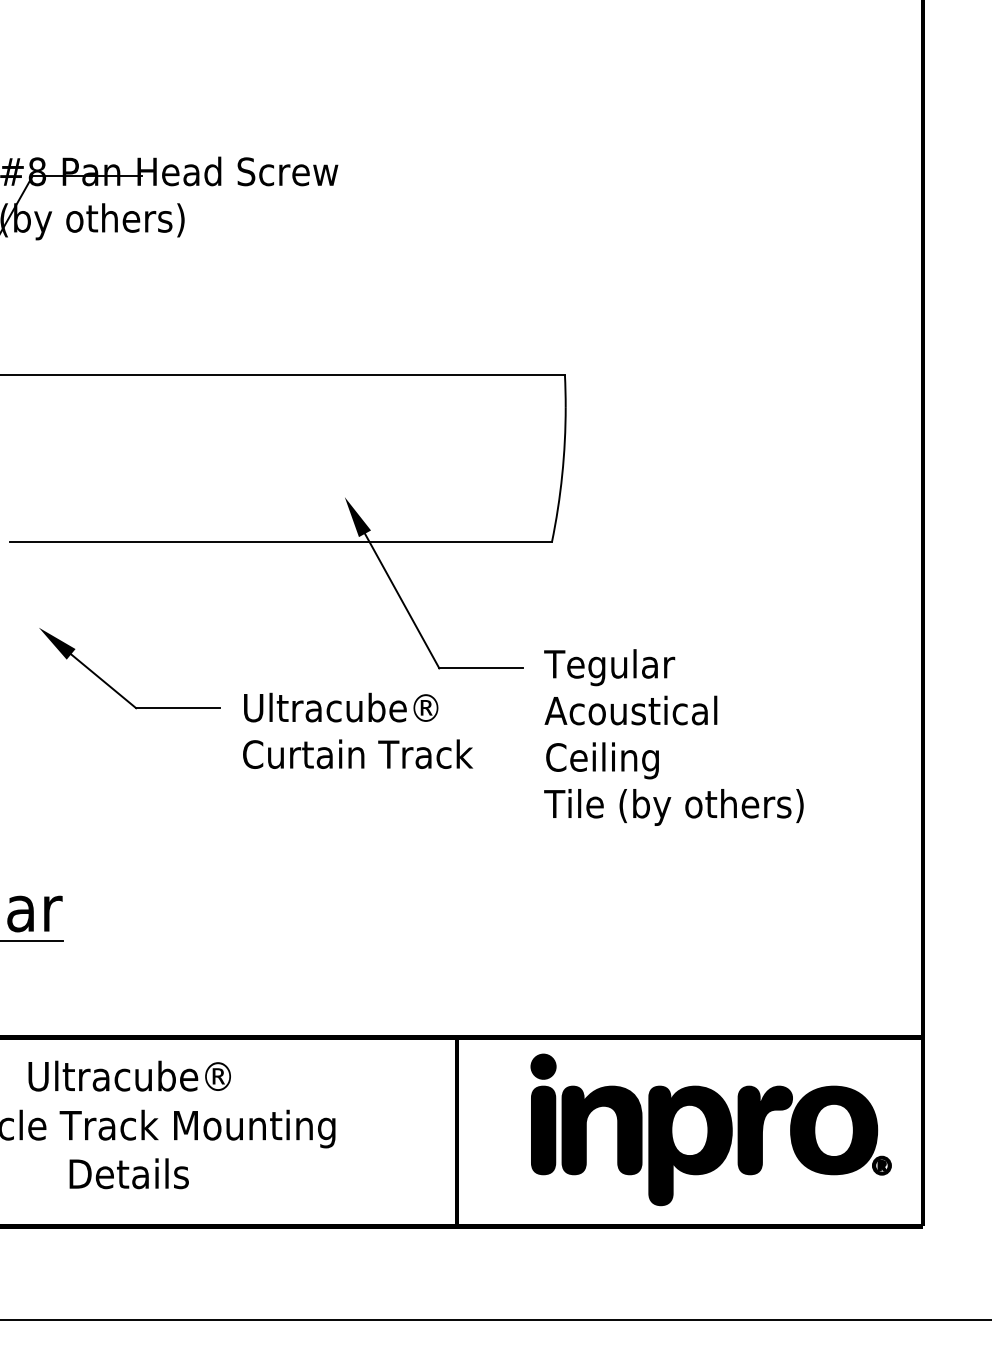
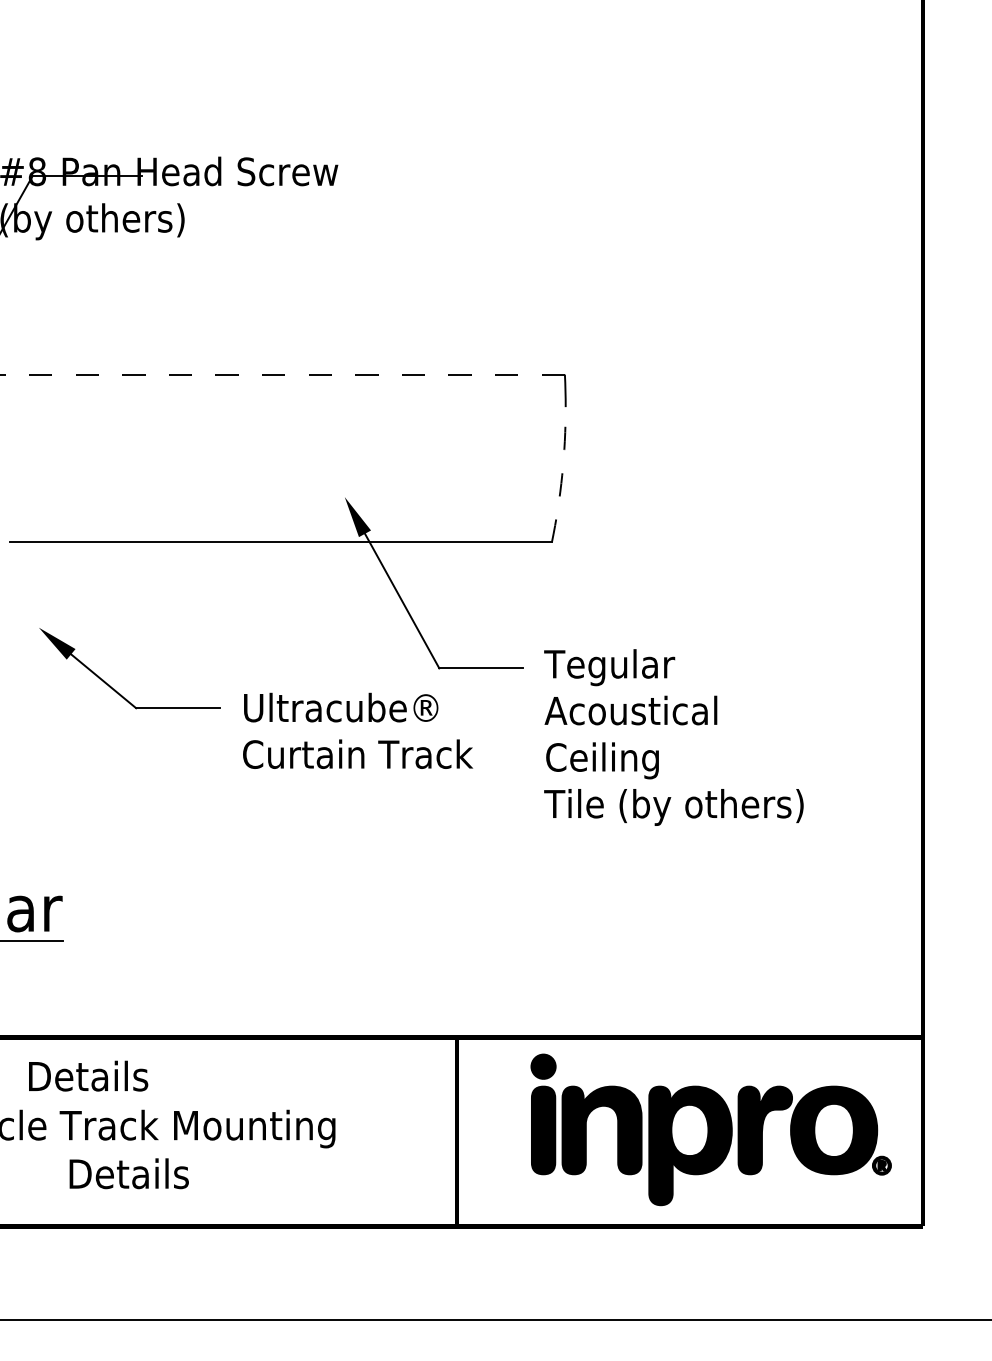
line at (282, 374): solid -> dashed
arc at (562, 475): solid -> dashed
text at (129, 1075): Ultracube® -> Details
